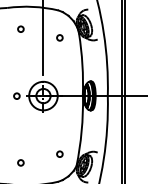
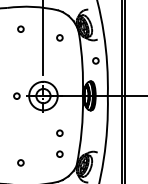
part at (95, 60): none -> present
part at (59, 132): none -> present
